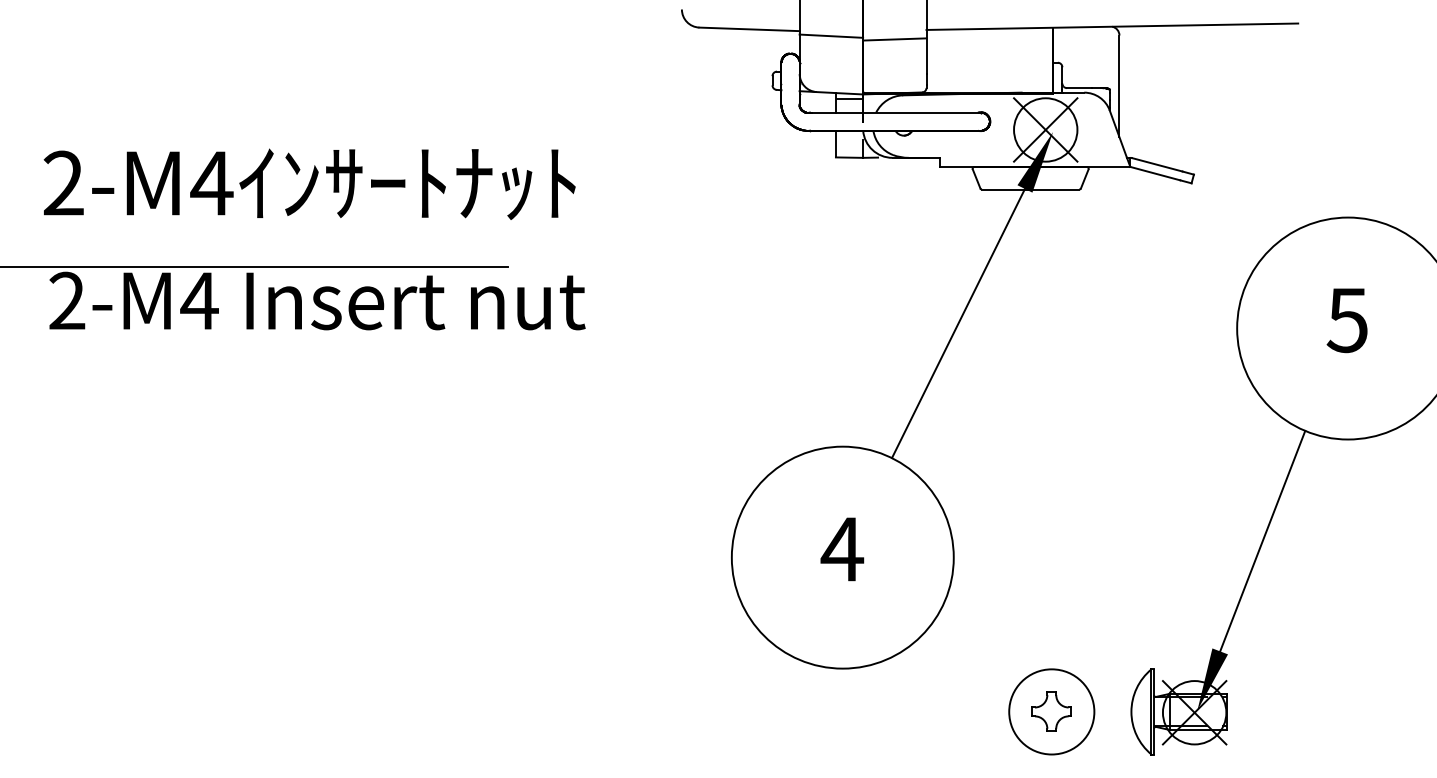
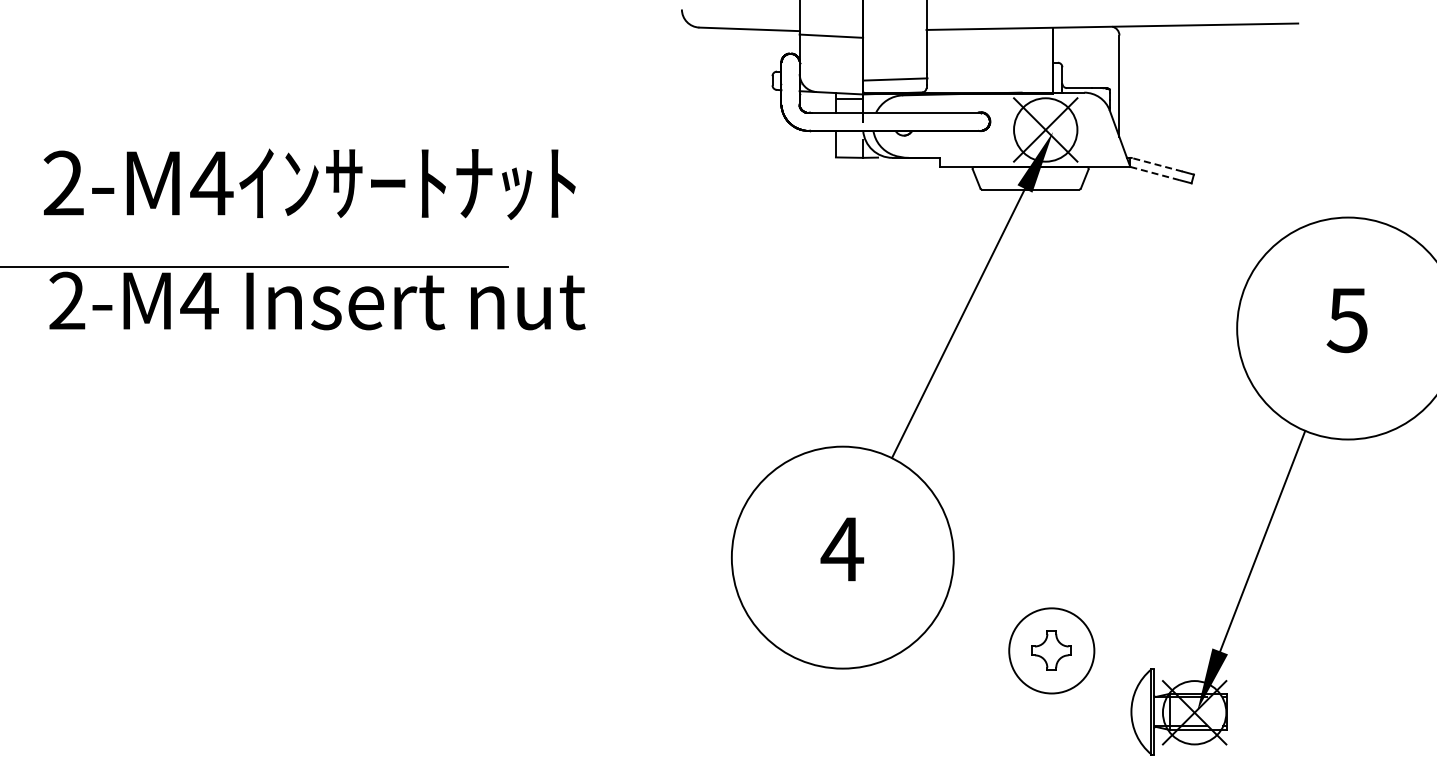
line at (894, 39) position: (894, 39) -> (895, 79)
line at (1157, 164): solid -> dashed
line at (1155, 173): solid -> dashed
part at (1051, 711) position: (1051, 711) -> (1051, 650)
